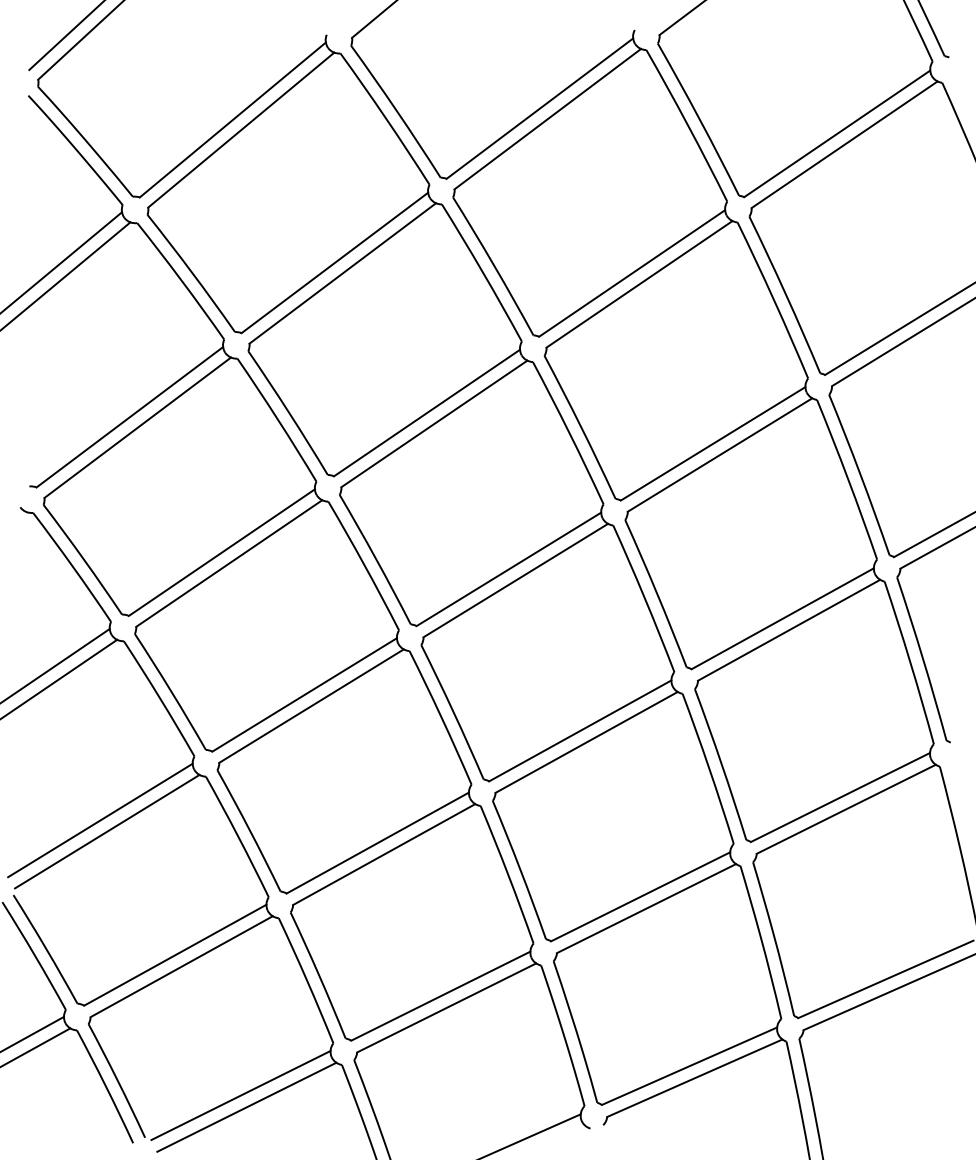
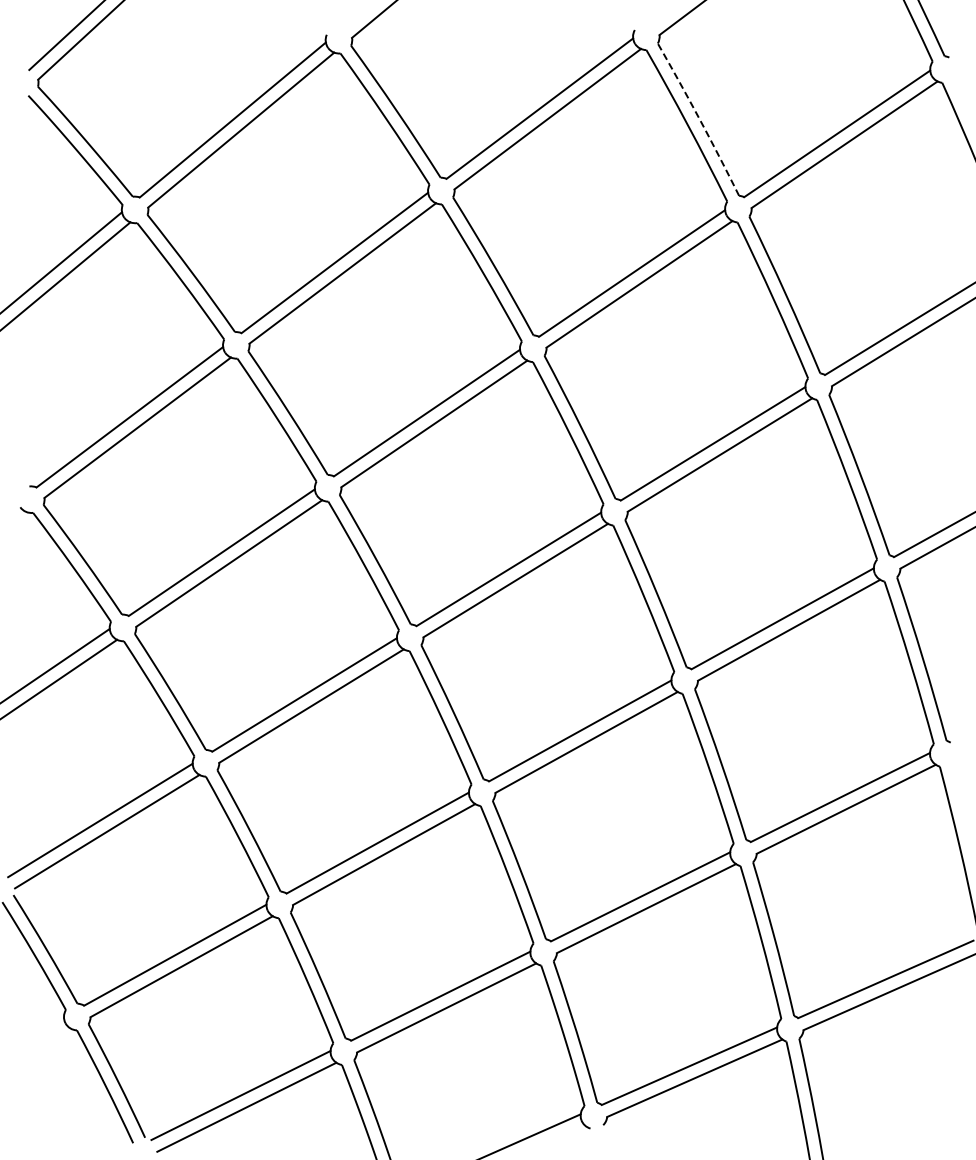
arc at (699, 119): solid -> dashed
line at (32, 1033): present -> none
line at (36, 1047): present -> none
